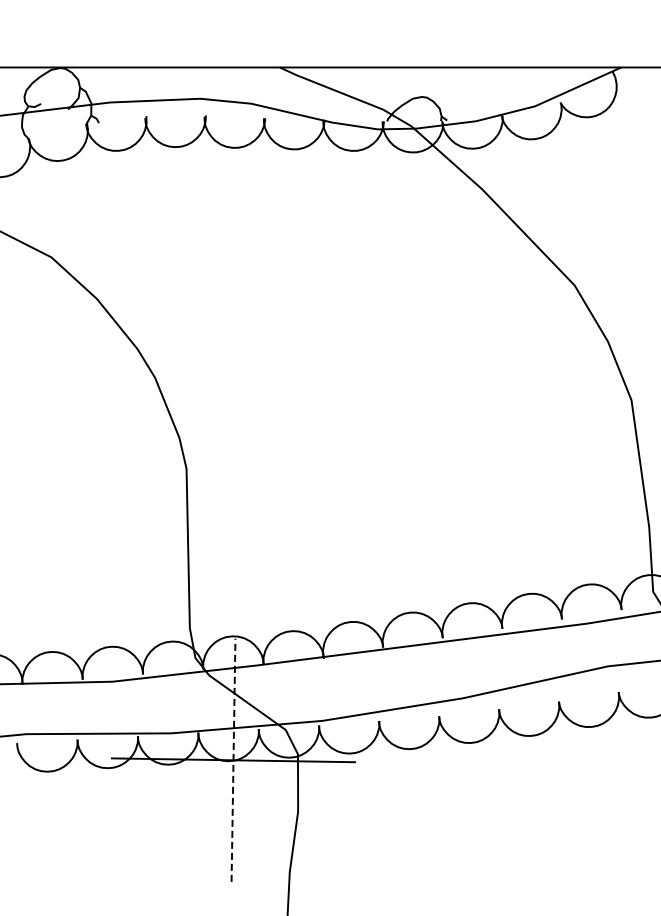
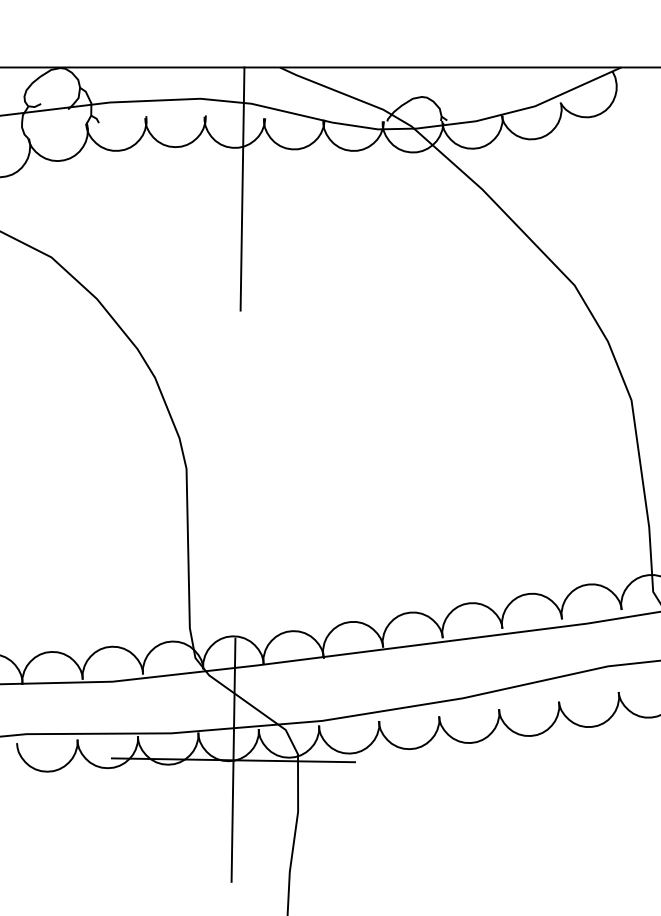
line at (242, 188): none -> present
line at (233, 760): dashed -> solid
